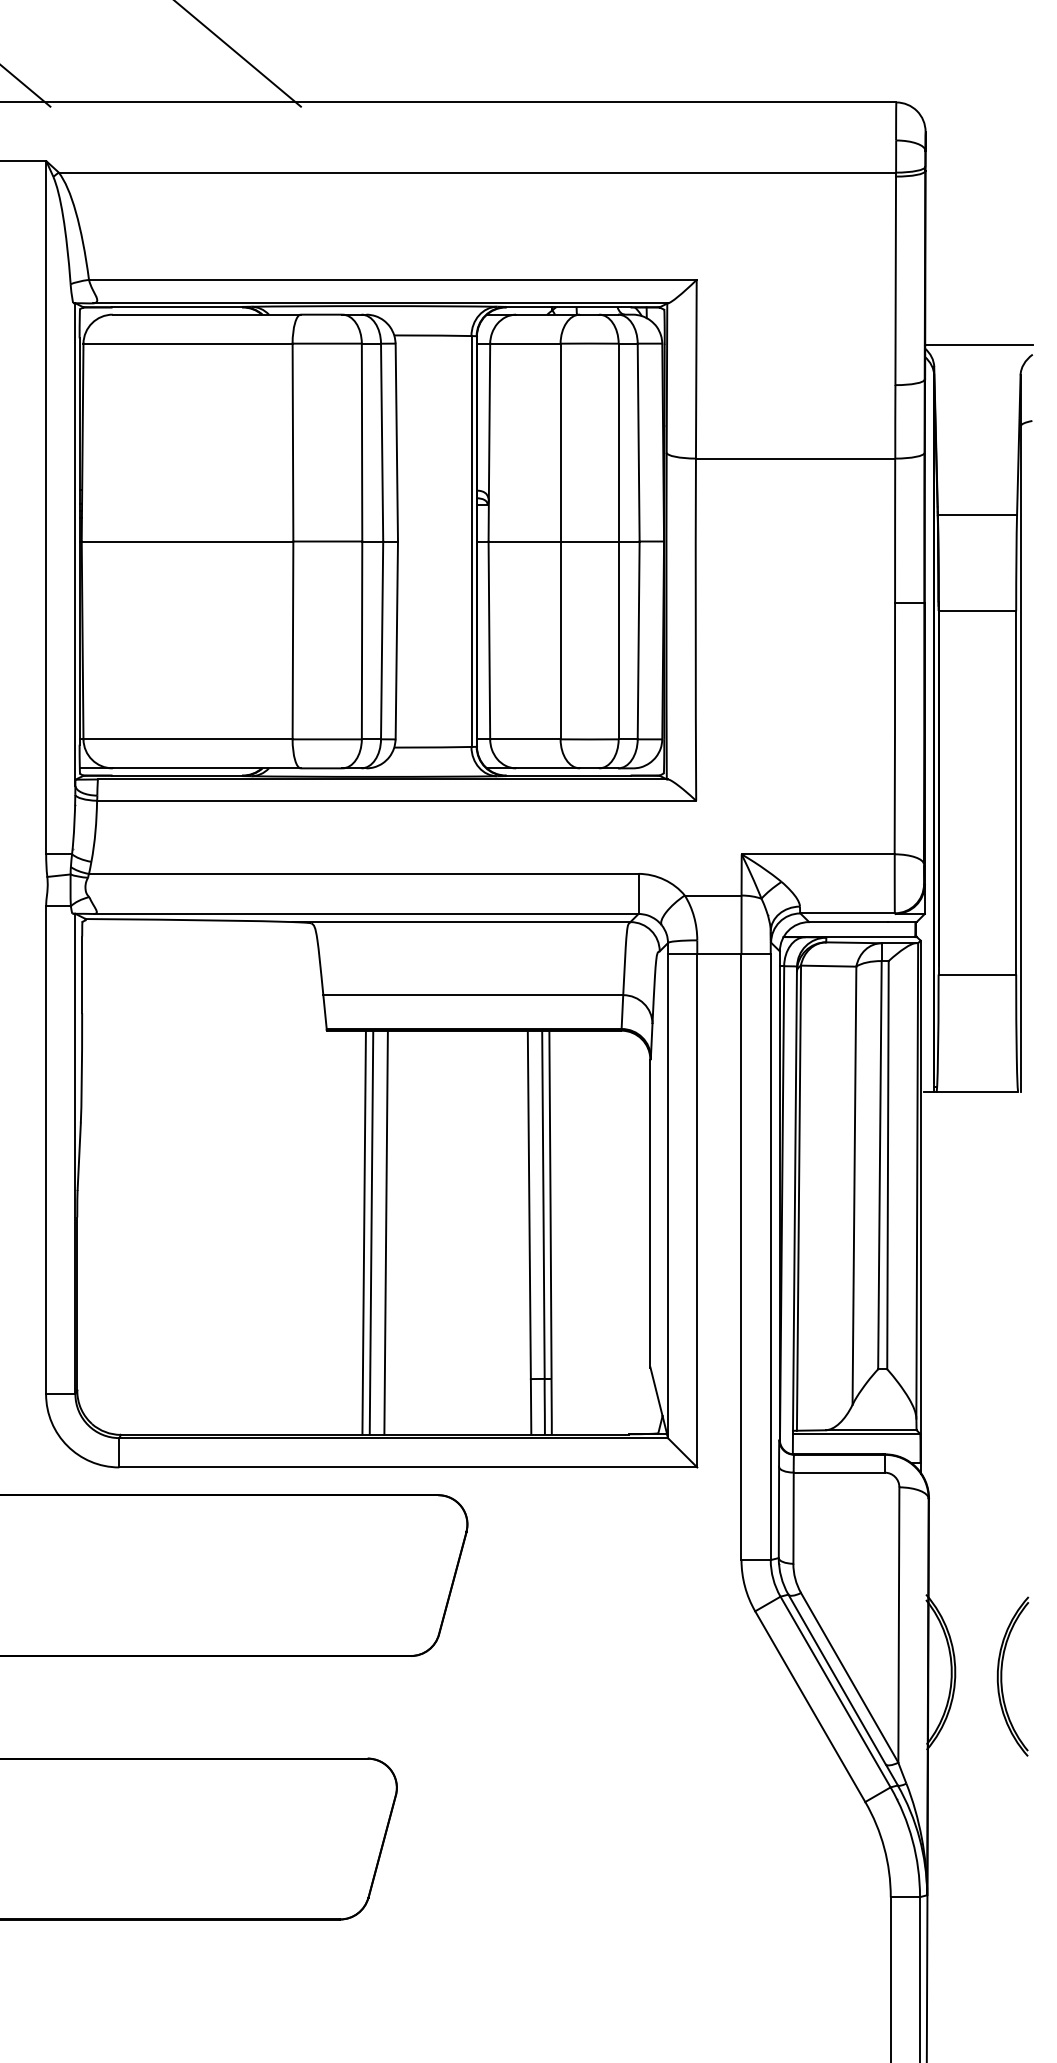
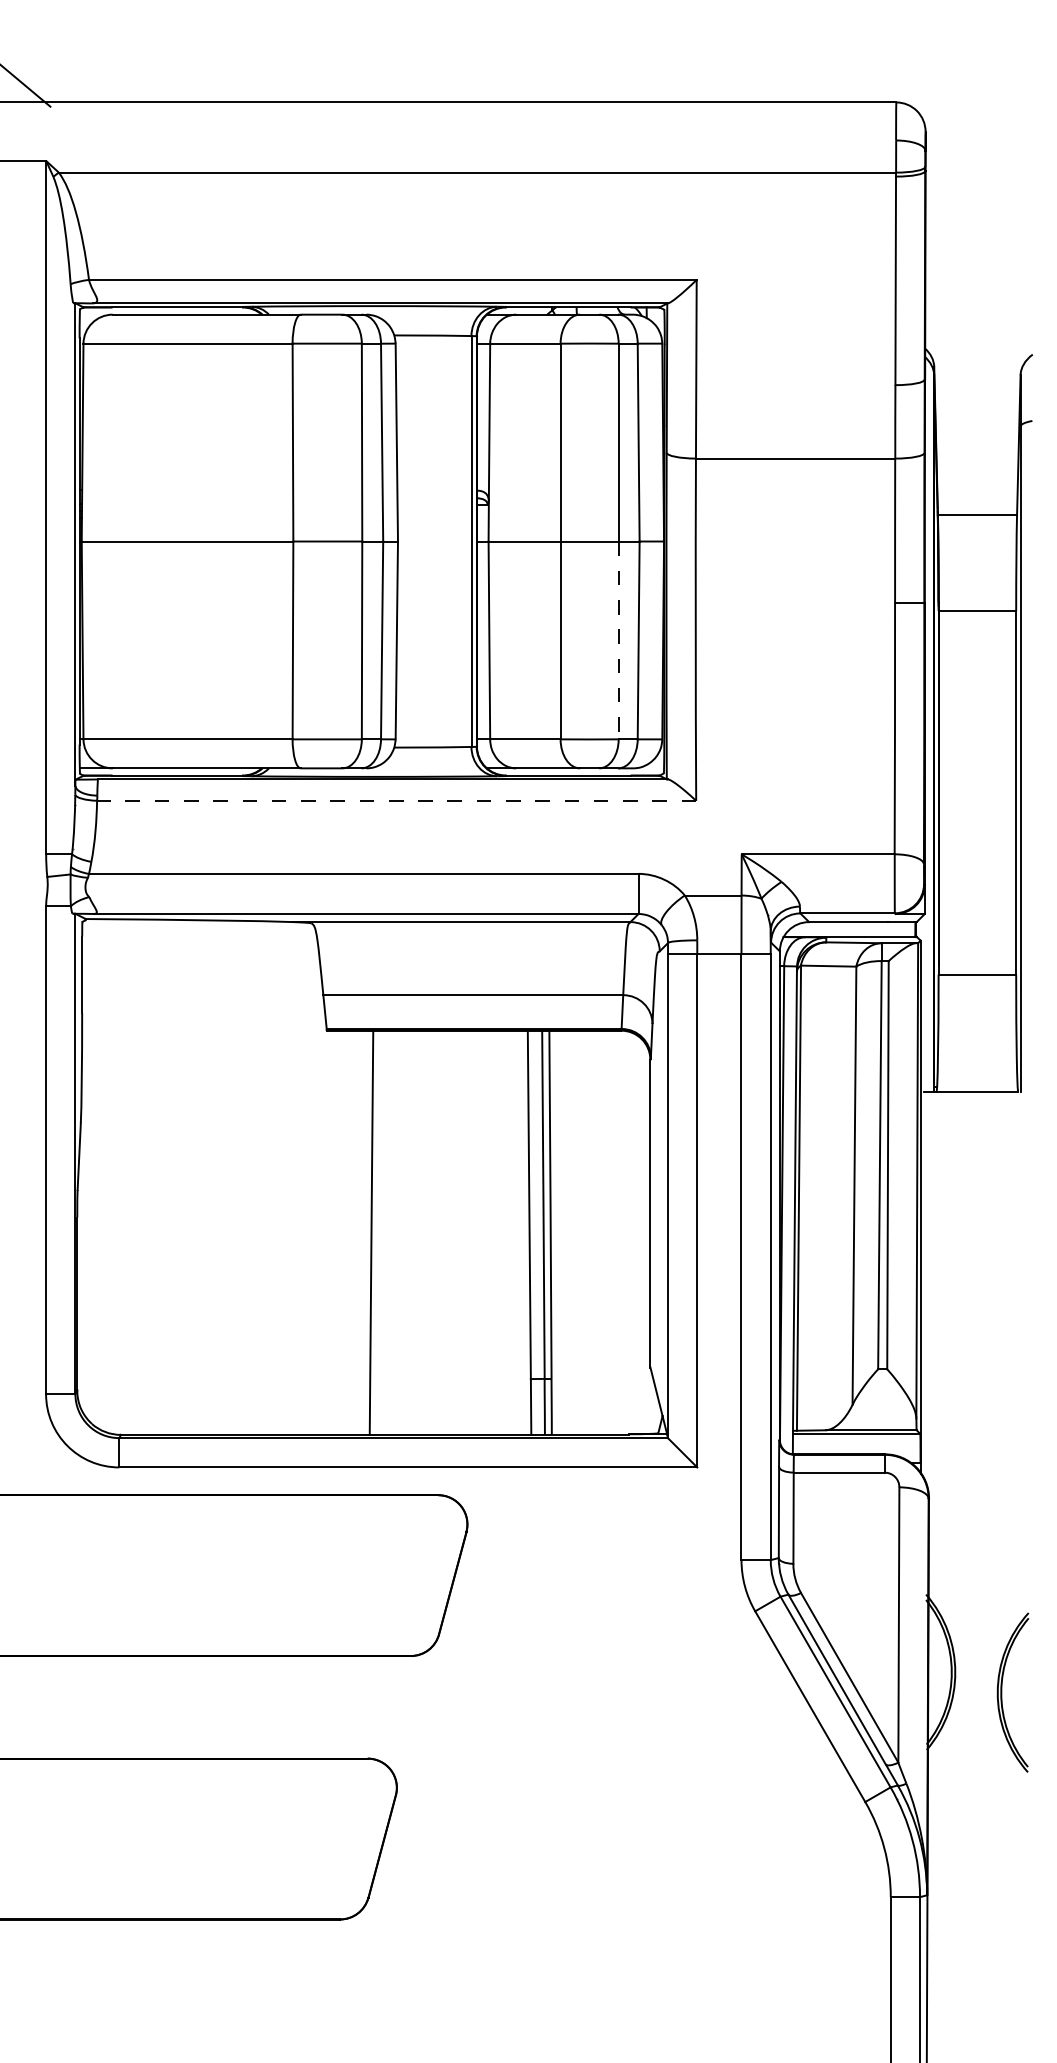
line at (238, 54): present -> none
line at (978, 345): present -> none
line at (618, 640): solid -> dashed
line at (396, 800): solid -> dashed
line at (363, 1232): present -> none
line at (385, 1232): present -> none
part at (1002, 1676) position: (1002, 1676) -> (1002, 1692)
